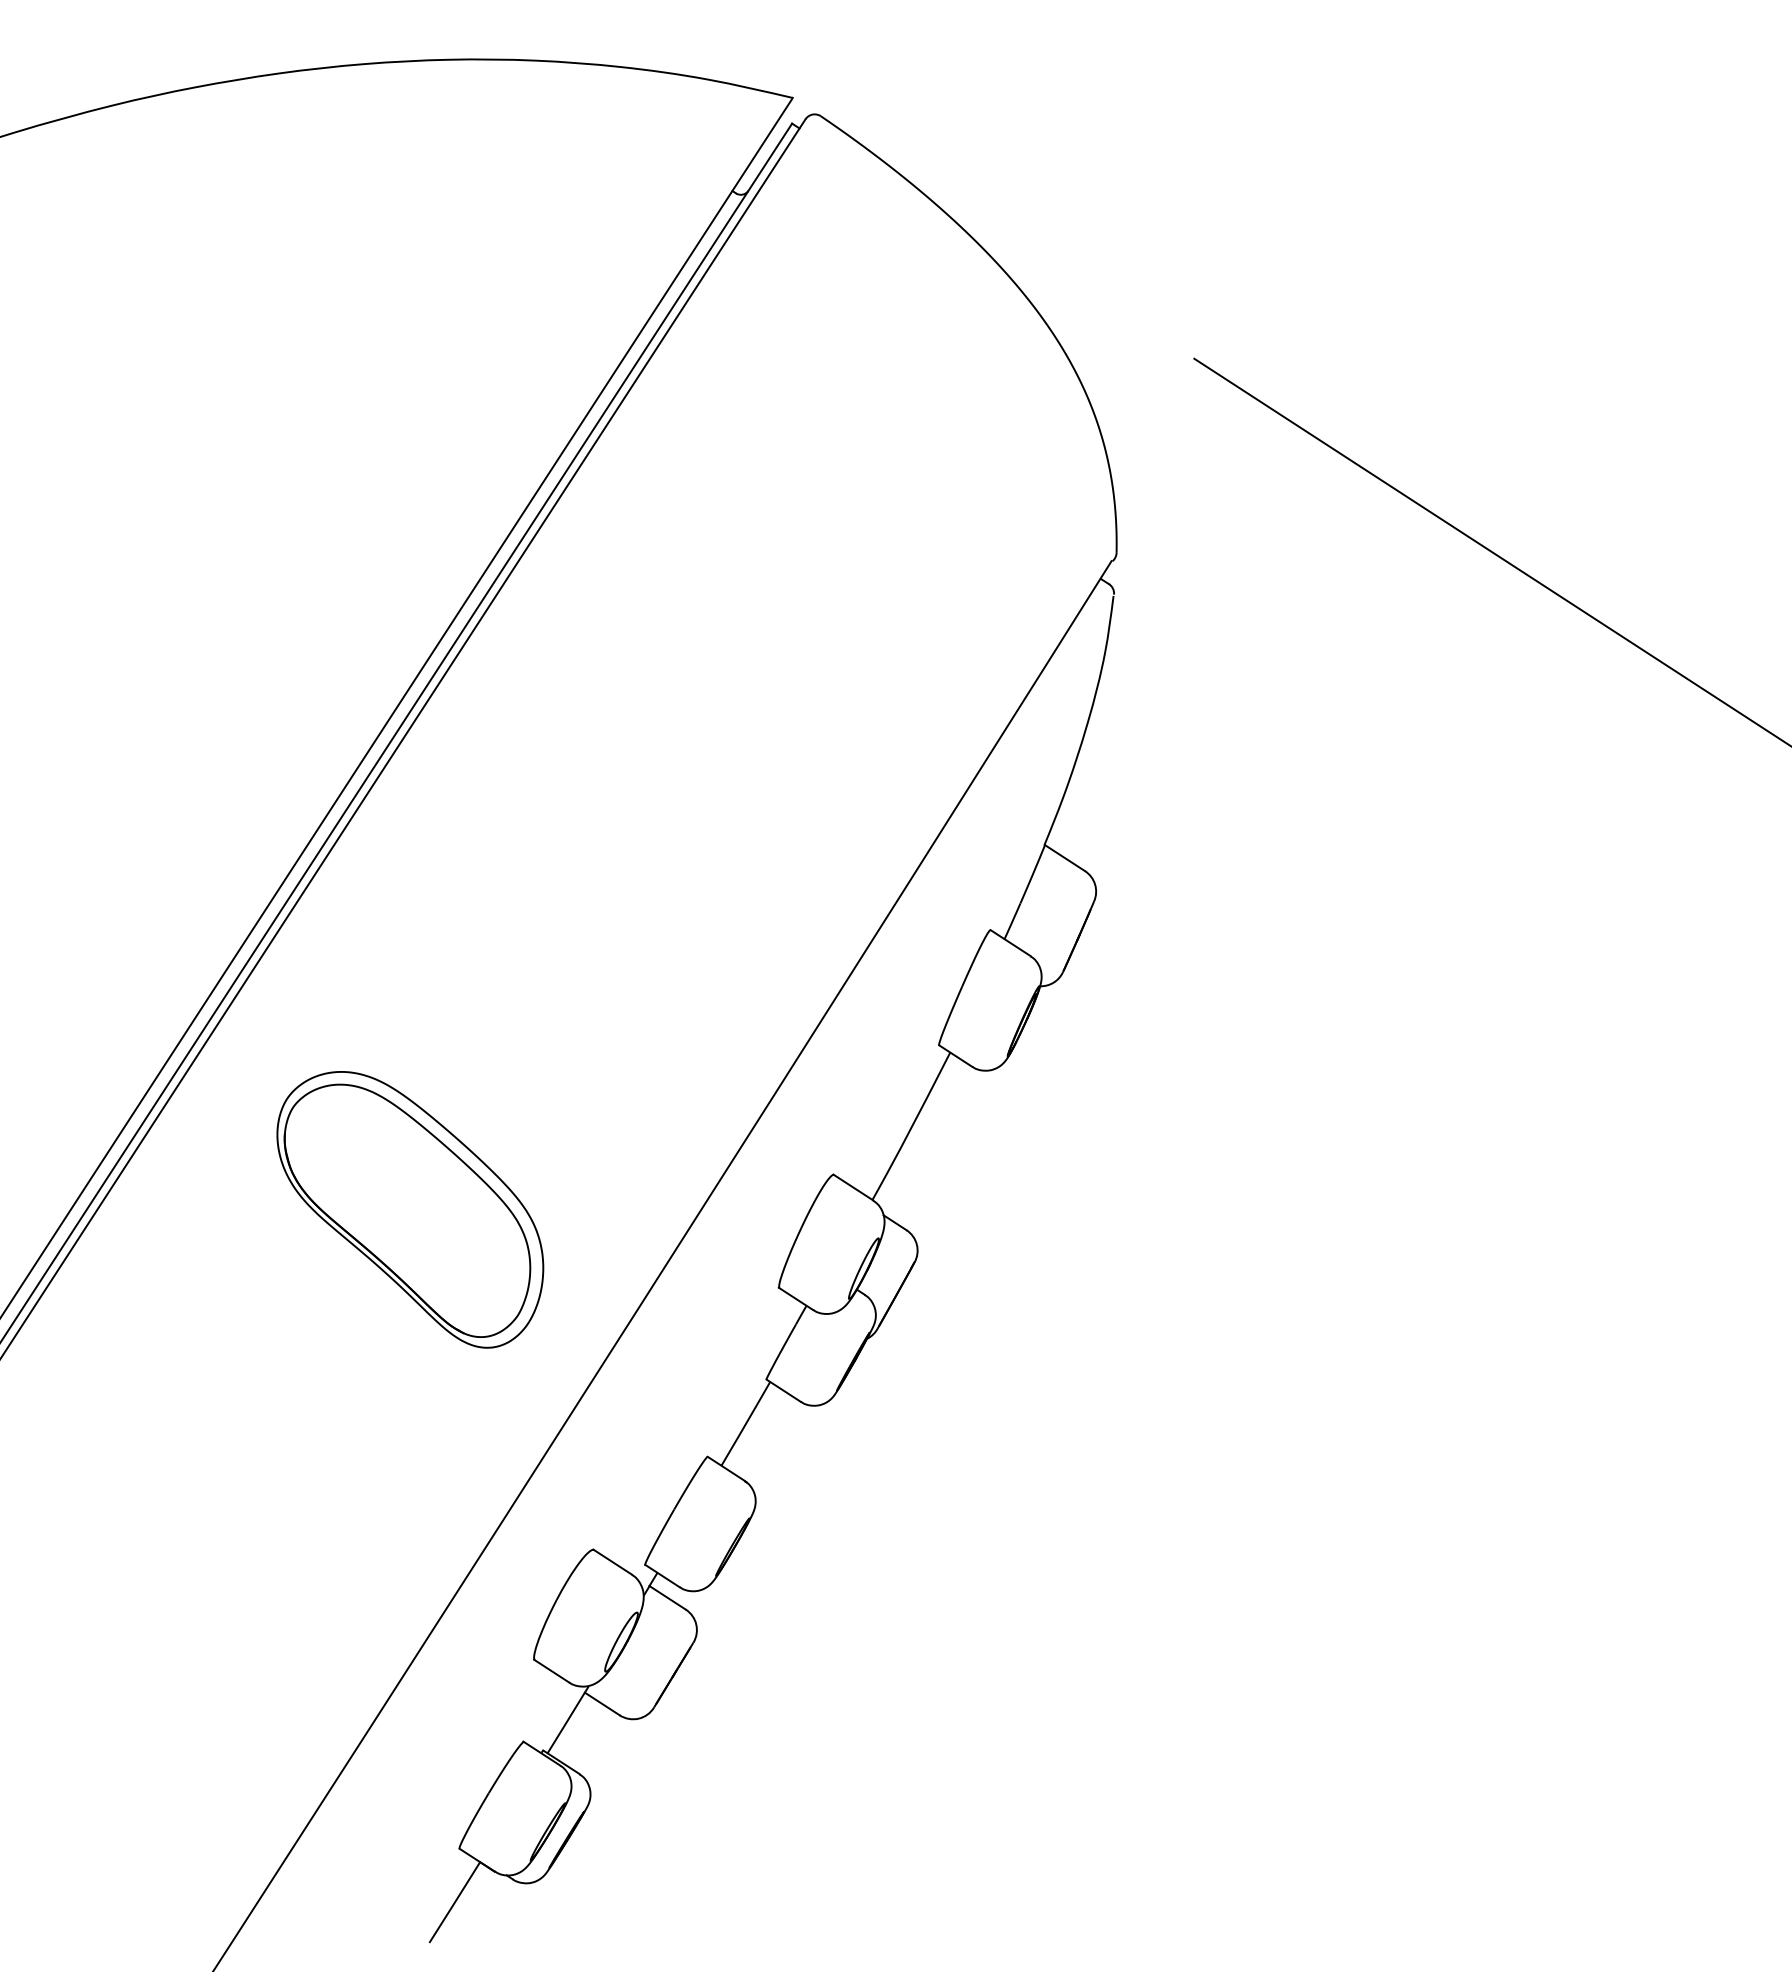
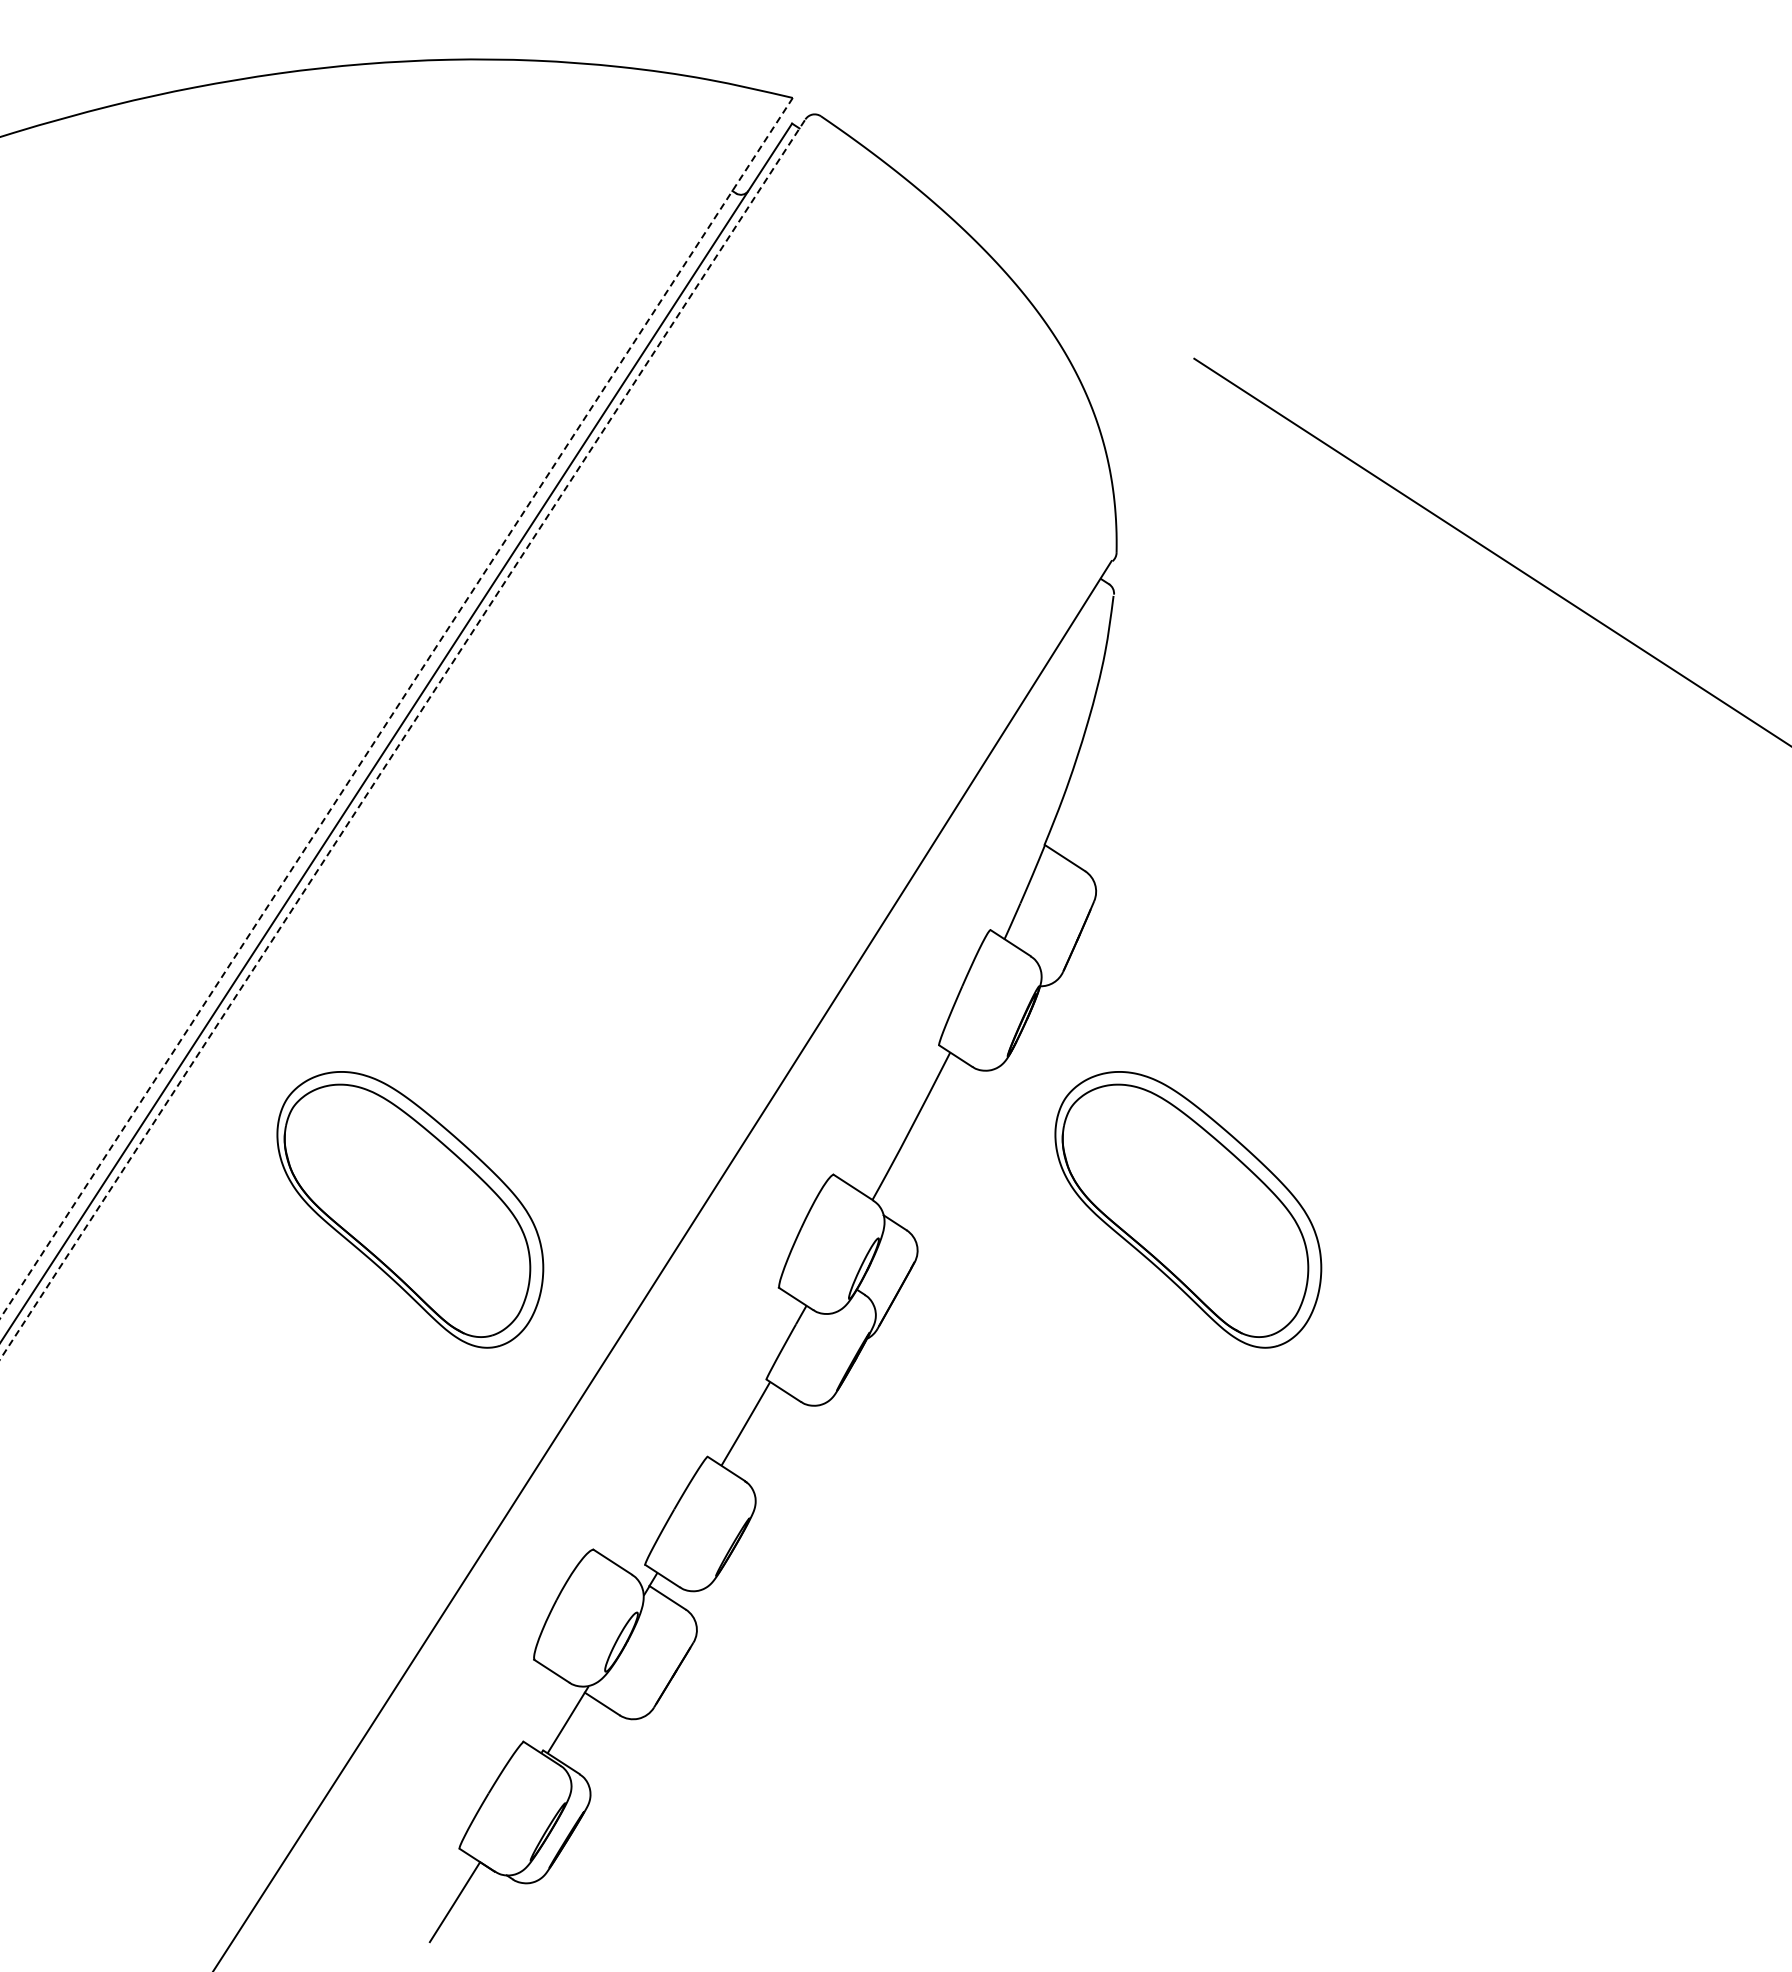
line at (396, 708): solid -> dashed
line at (403, 739): solid -> dashed
part at (1188, 1209): none -> present
